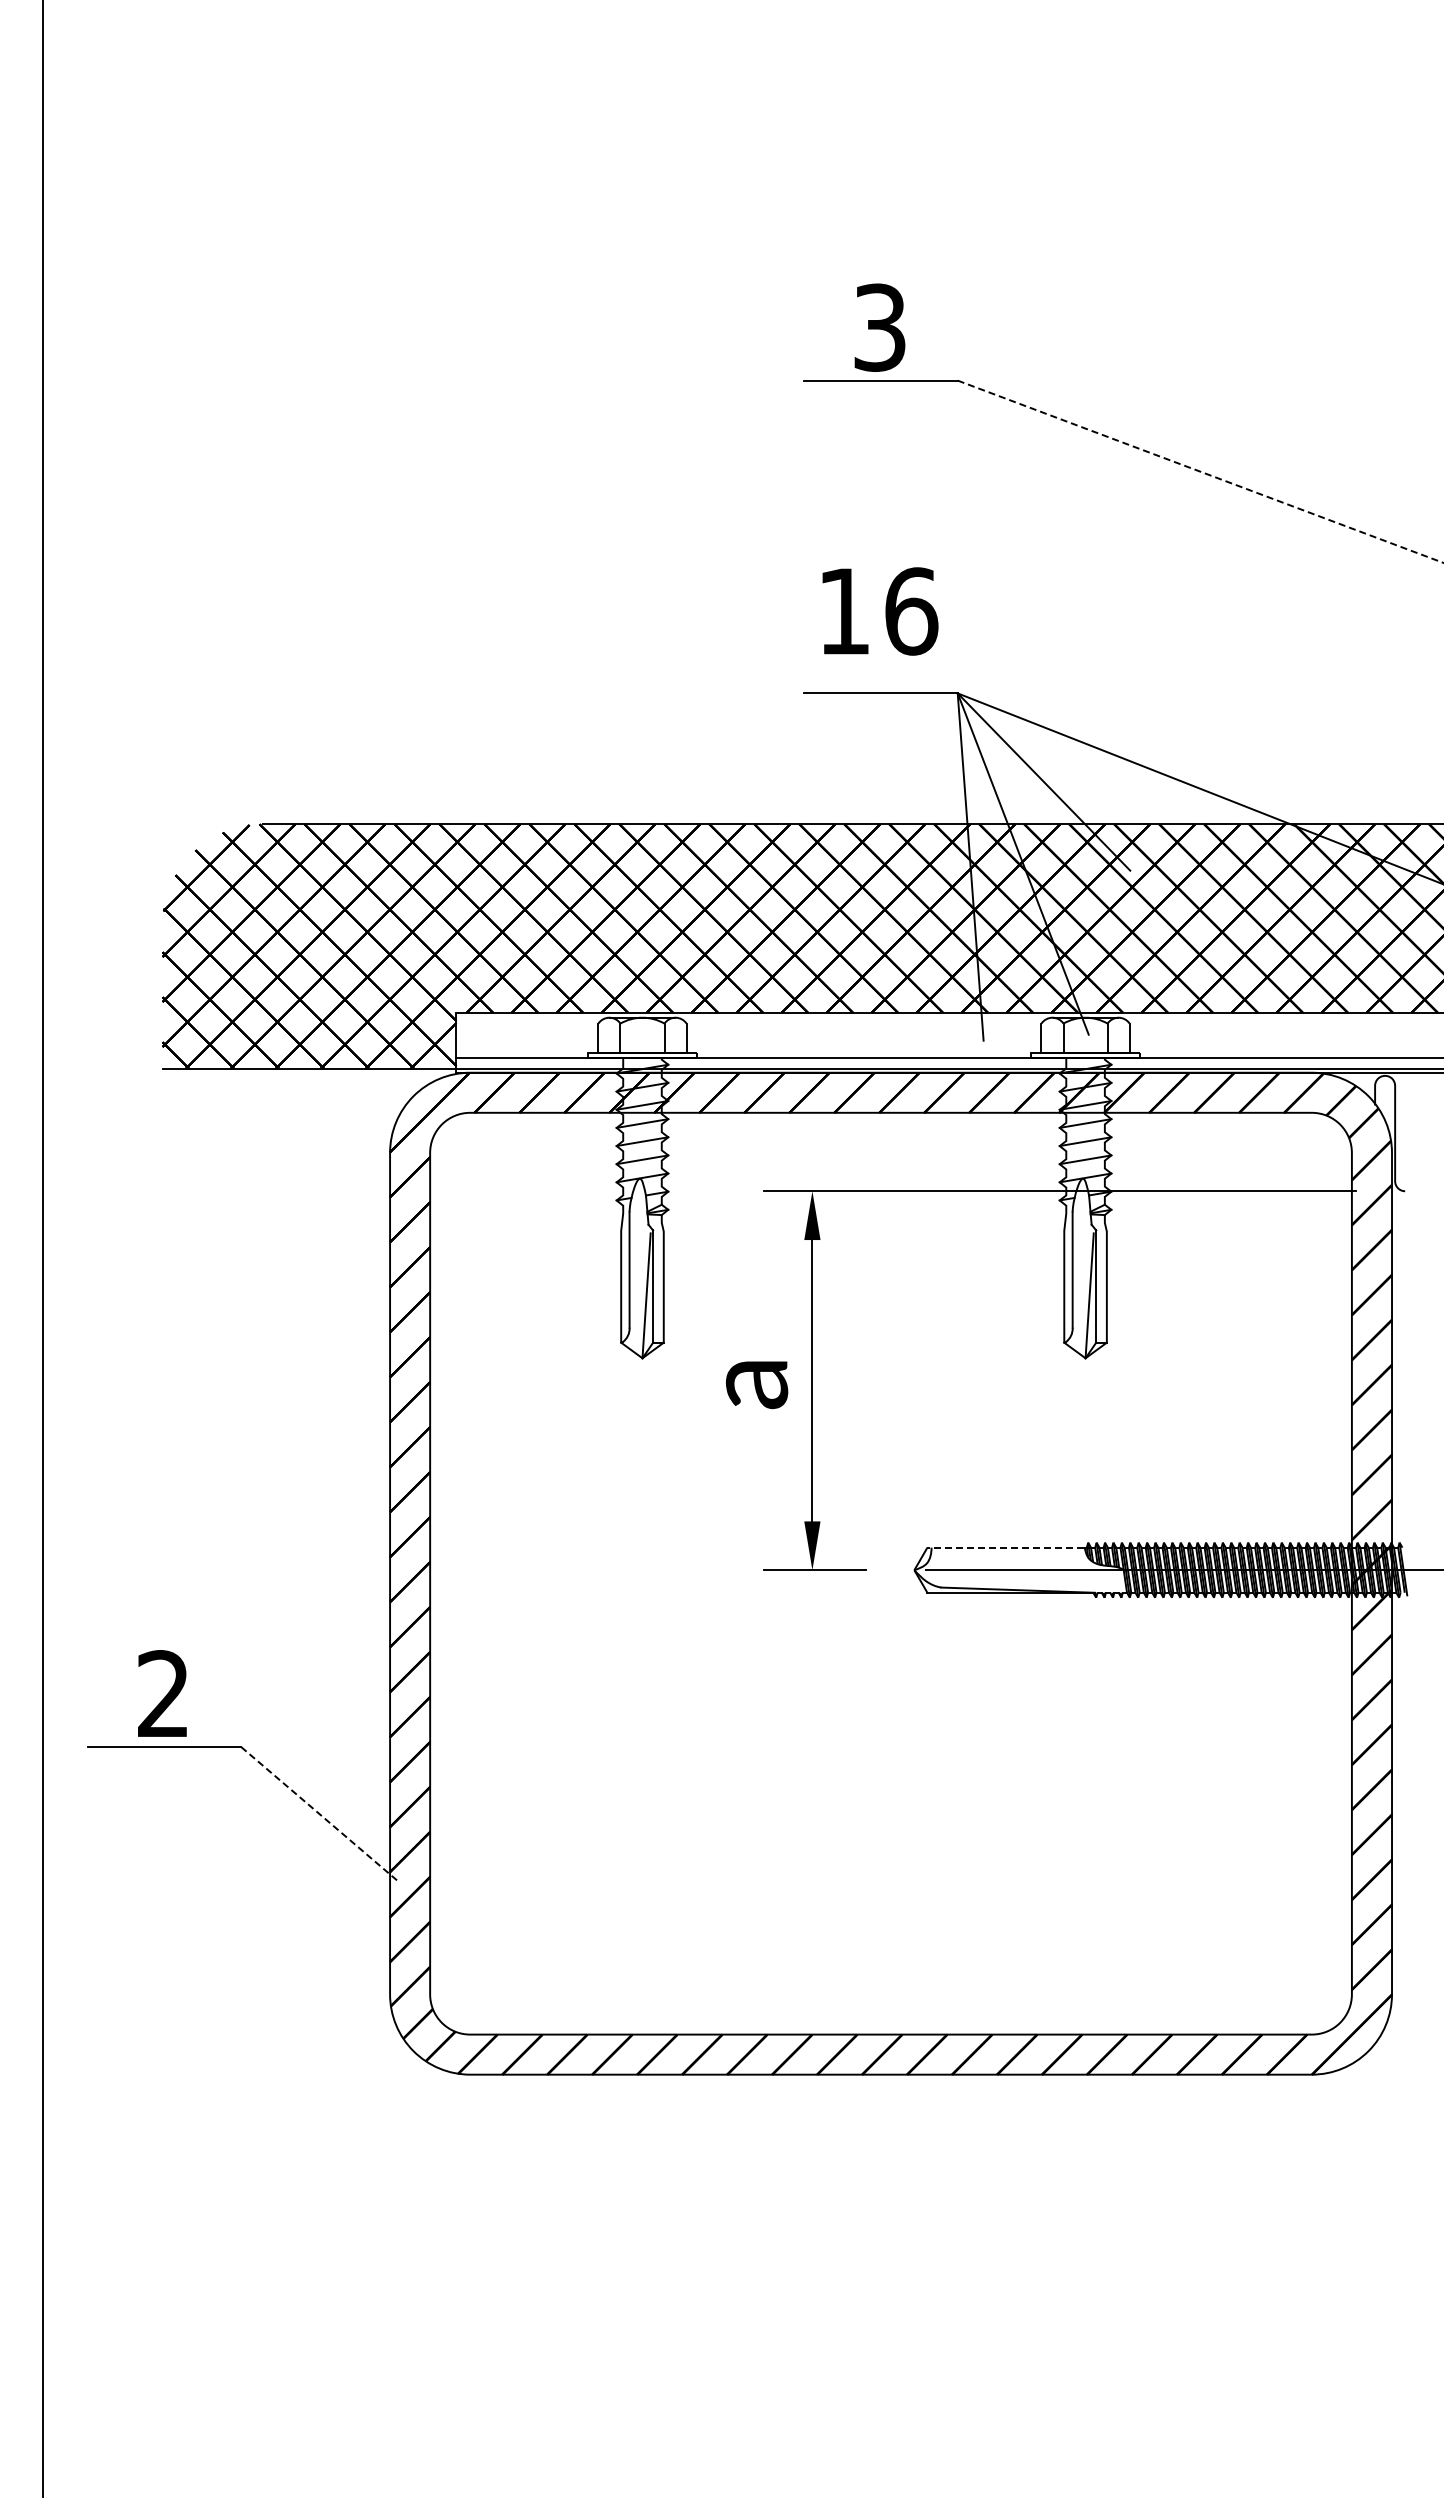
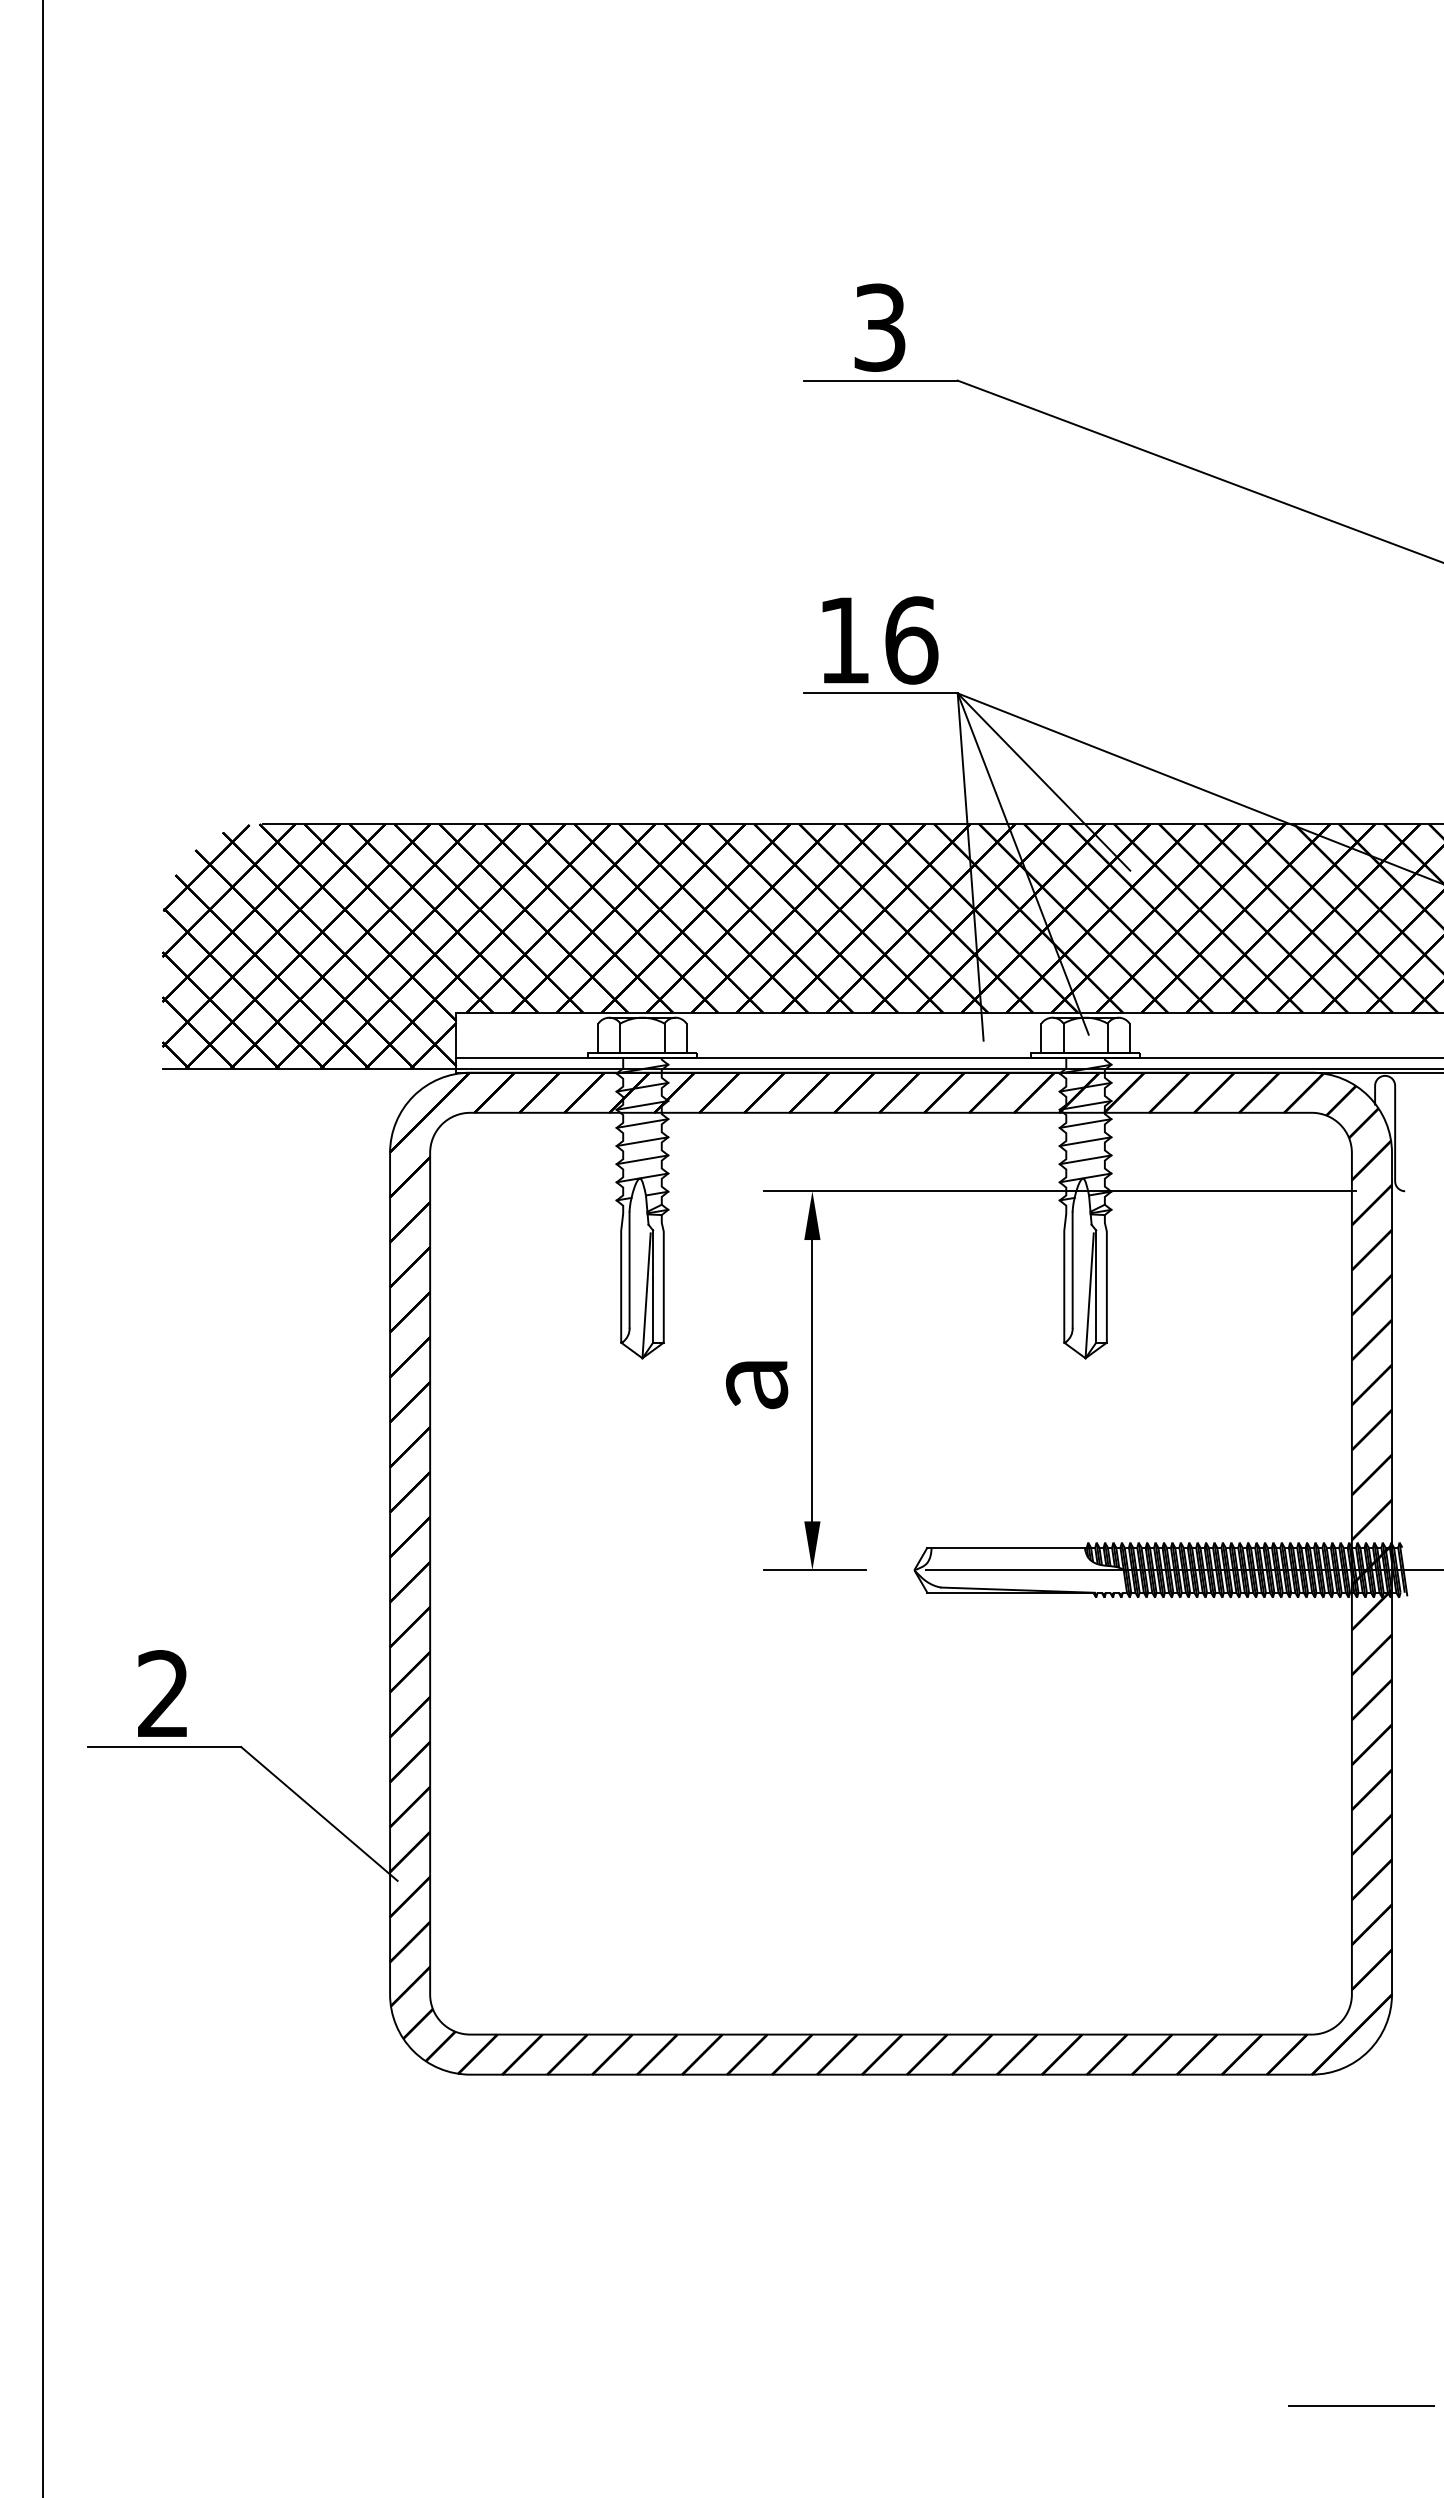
line at (1201, 471): dashed -> solid
text at (880, 611) position: (880, 611) -> (880, 640)
line at (1011, 1547): dashed -> solid
line at (319, 1813): dashed -> solid
line at (1364, 2406): none -> present
